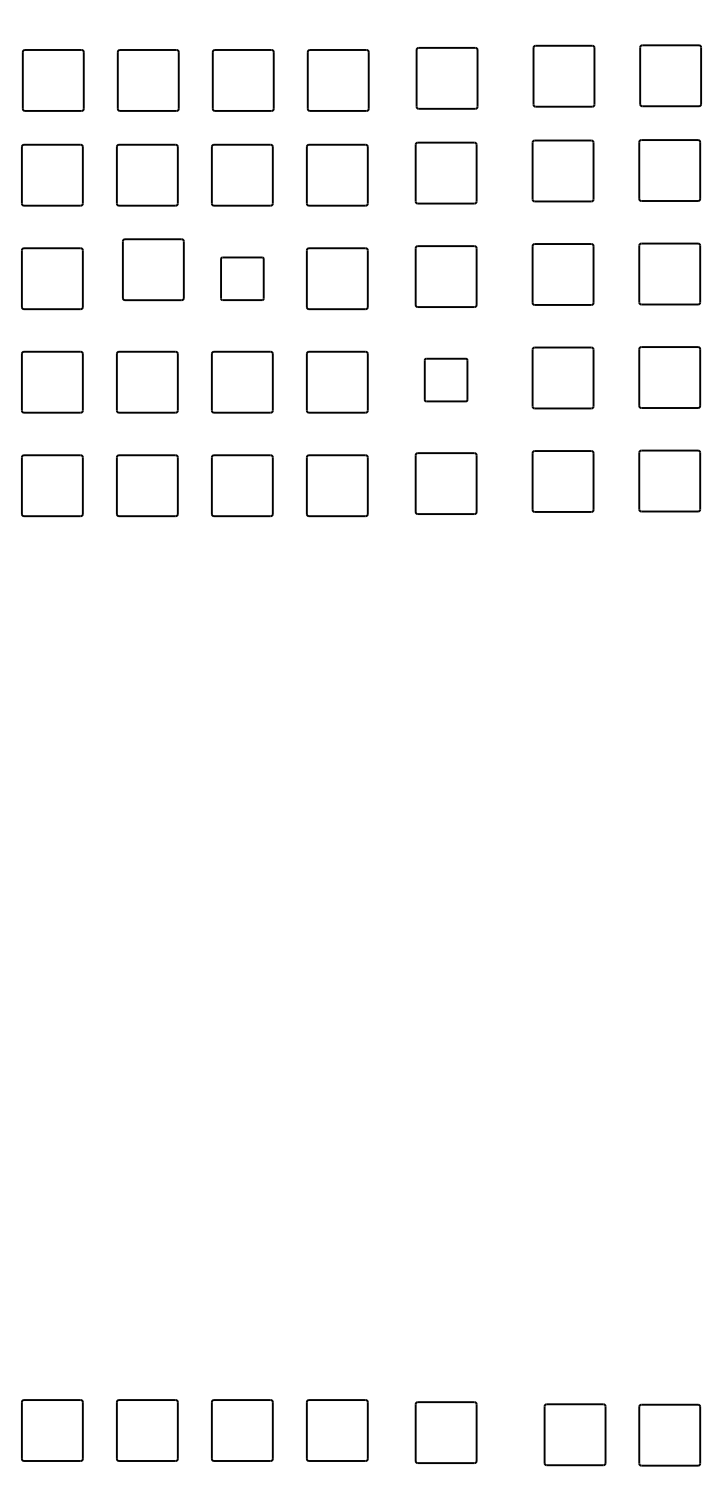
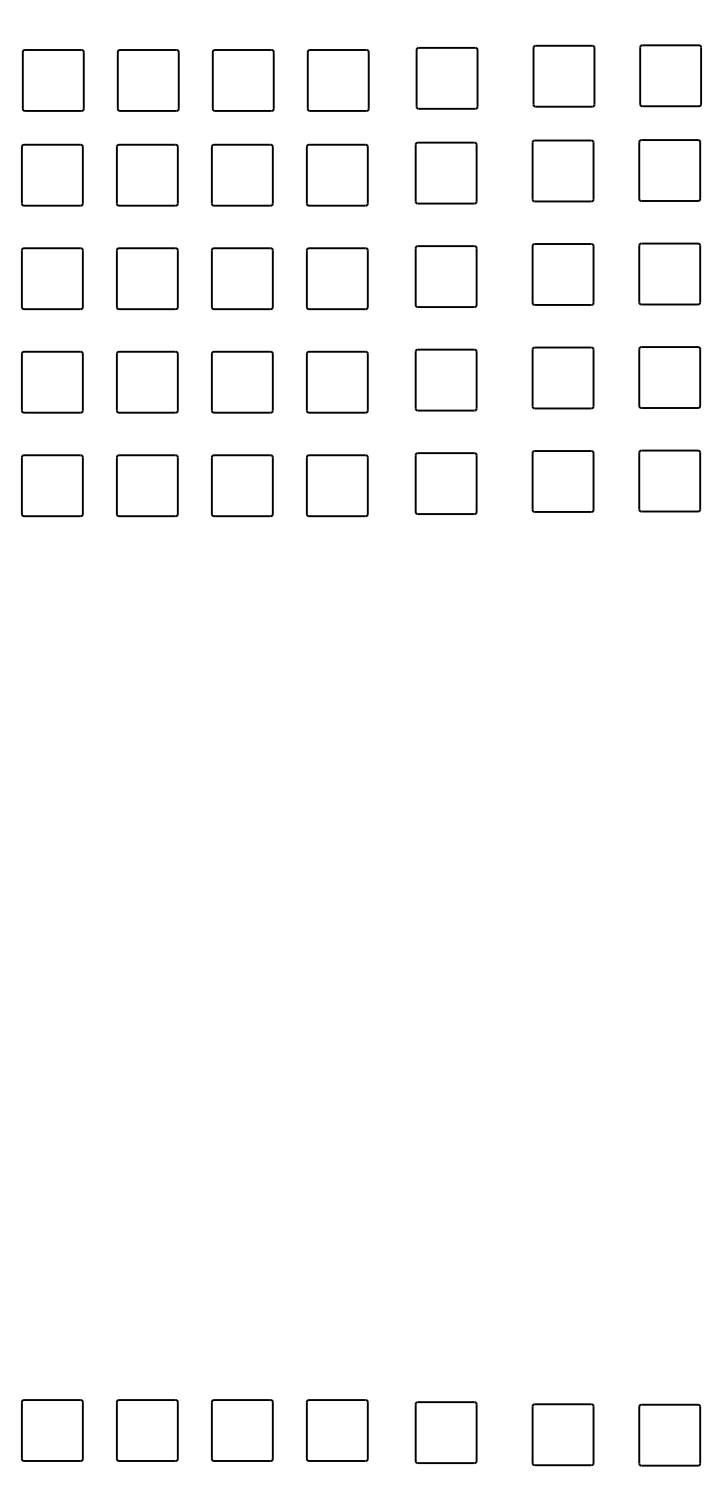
part at (153, 269) position: (153, 269) -> (147, 278)
part at (242, 278) size: 45x45 px -> 63x64 px
part at (445, 379) size: 46x46 px -> 64x64 px
part at (574, 1434) position: (574, 1434) -> (562, 1434)
